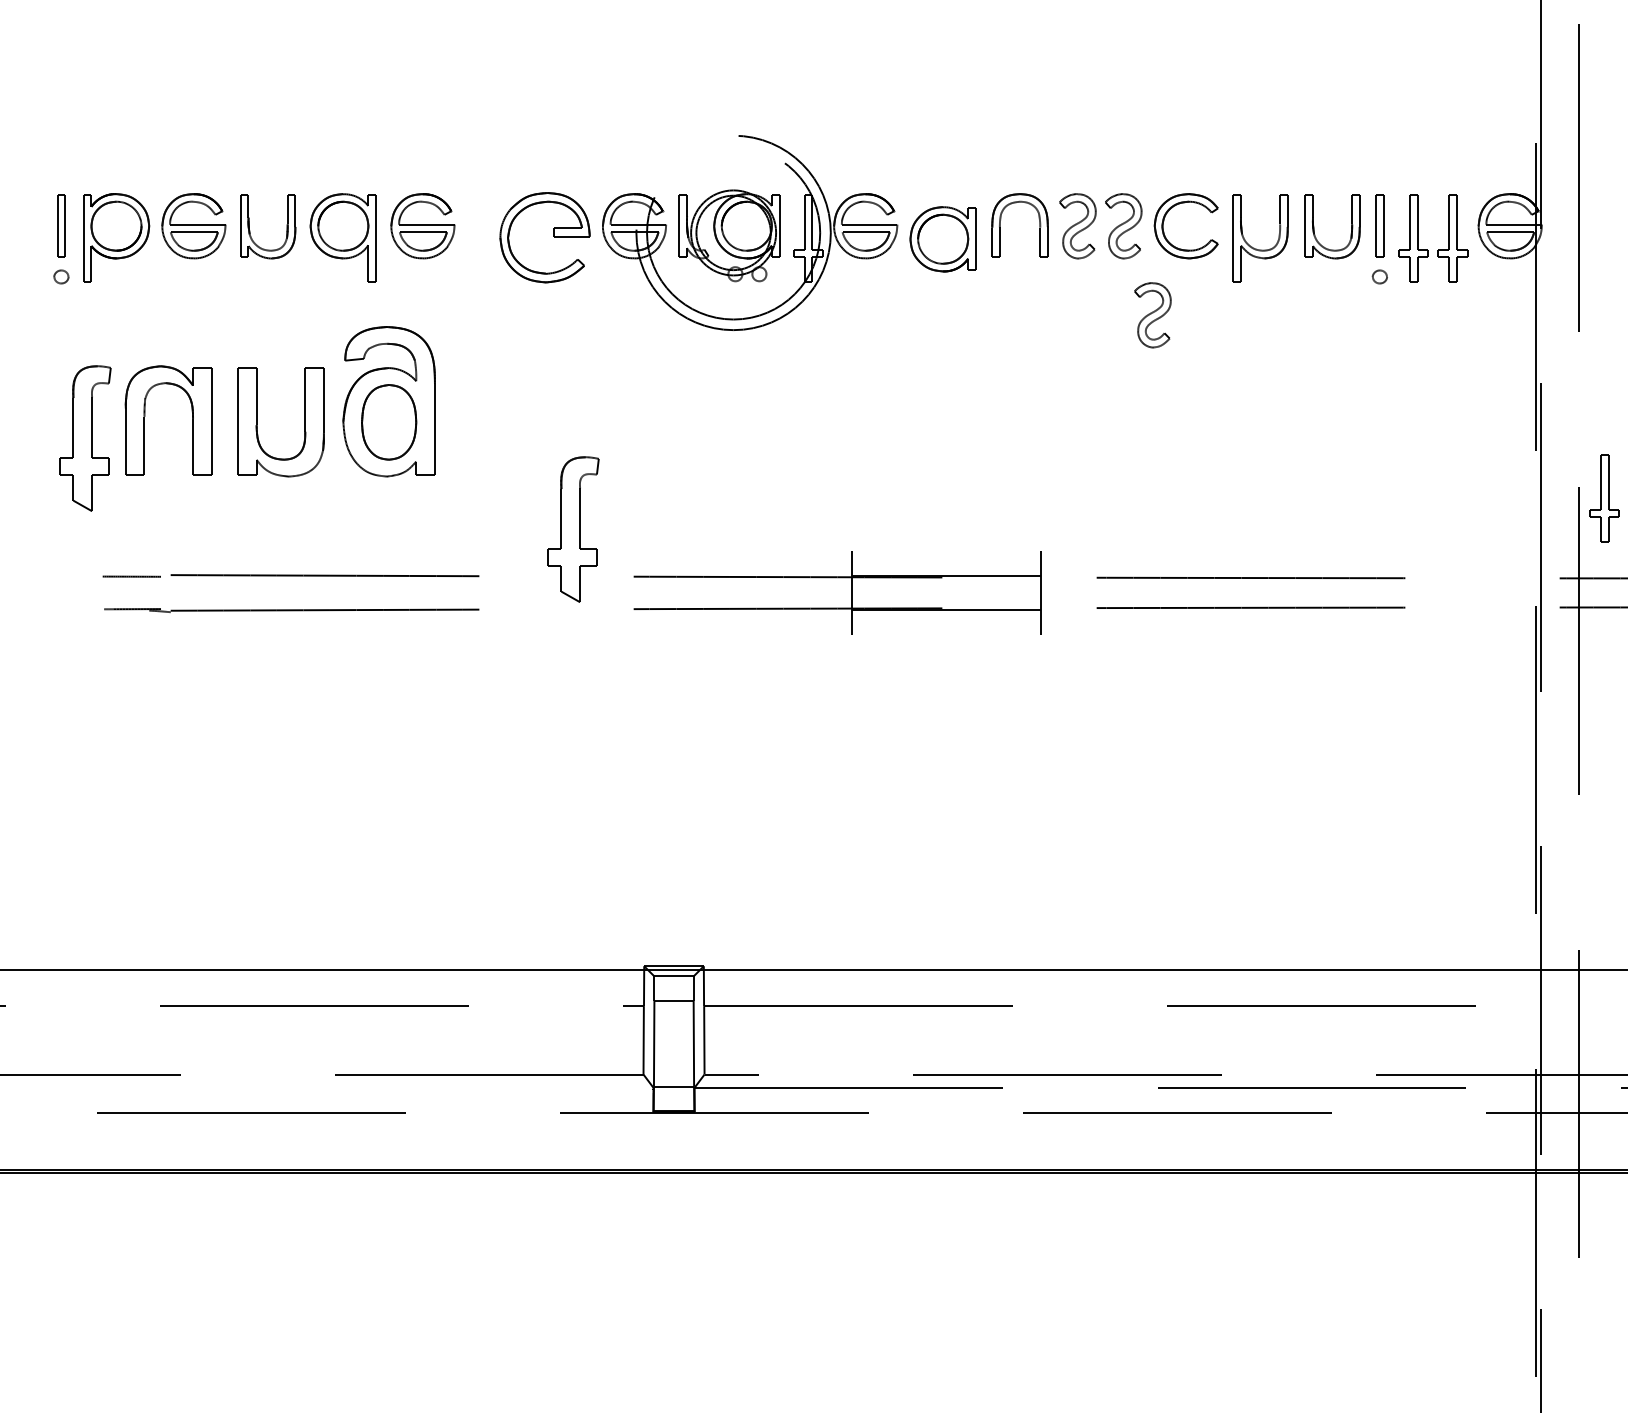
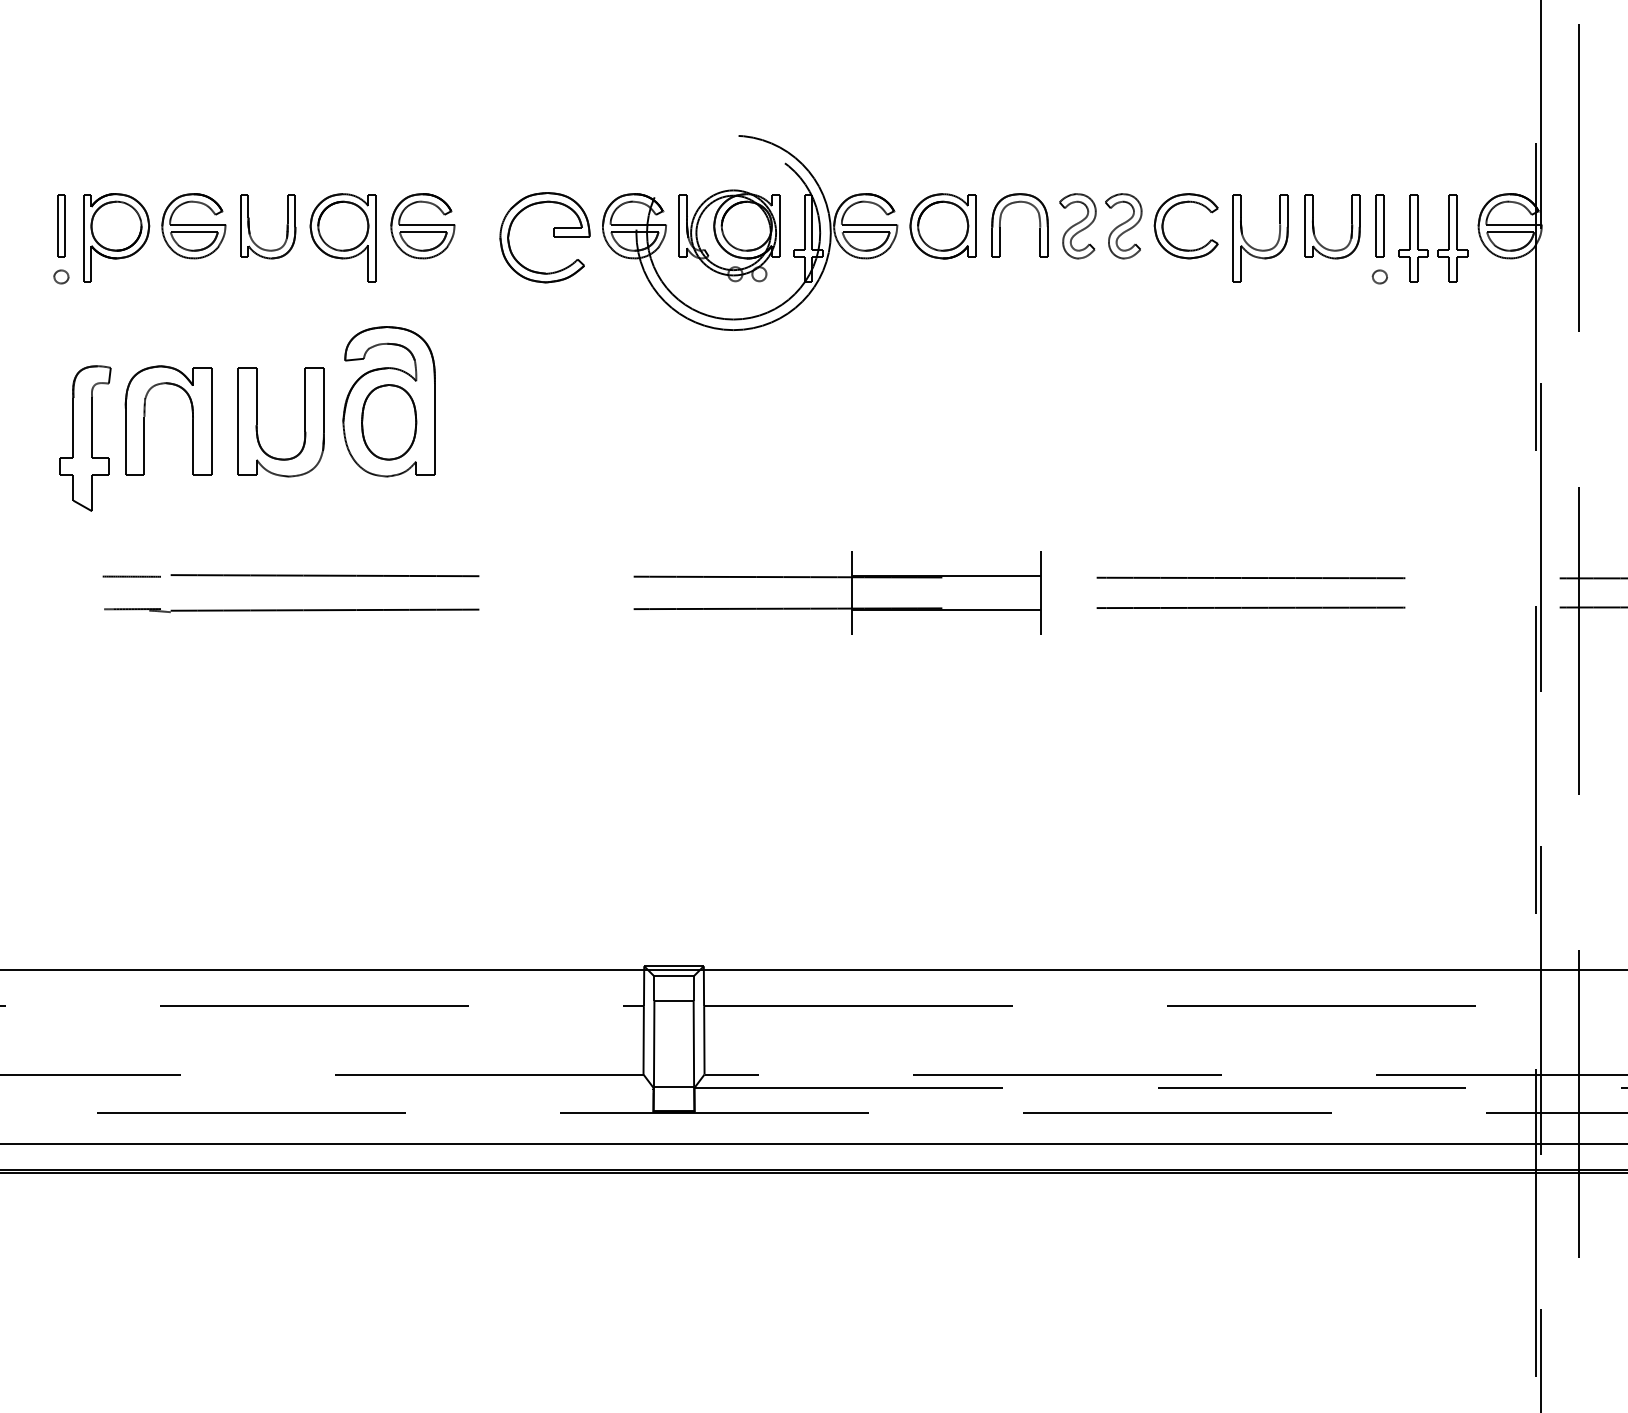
part at (942, 239) position: (942, 239) -> (942, 226)
part at (1152, 315): present -> none
part at (1604, 498): present -> none
part at (573, 529): present -> none
line at (813, 1143): none -> present
